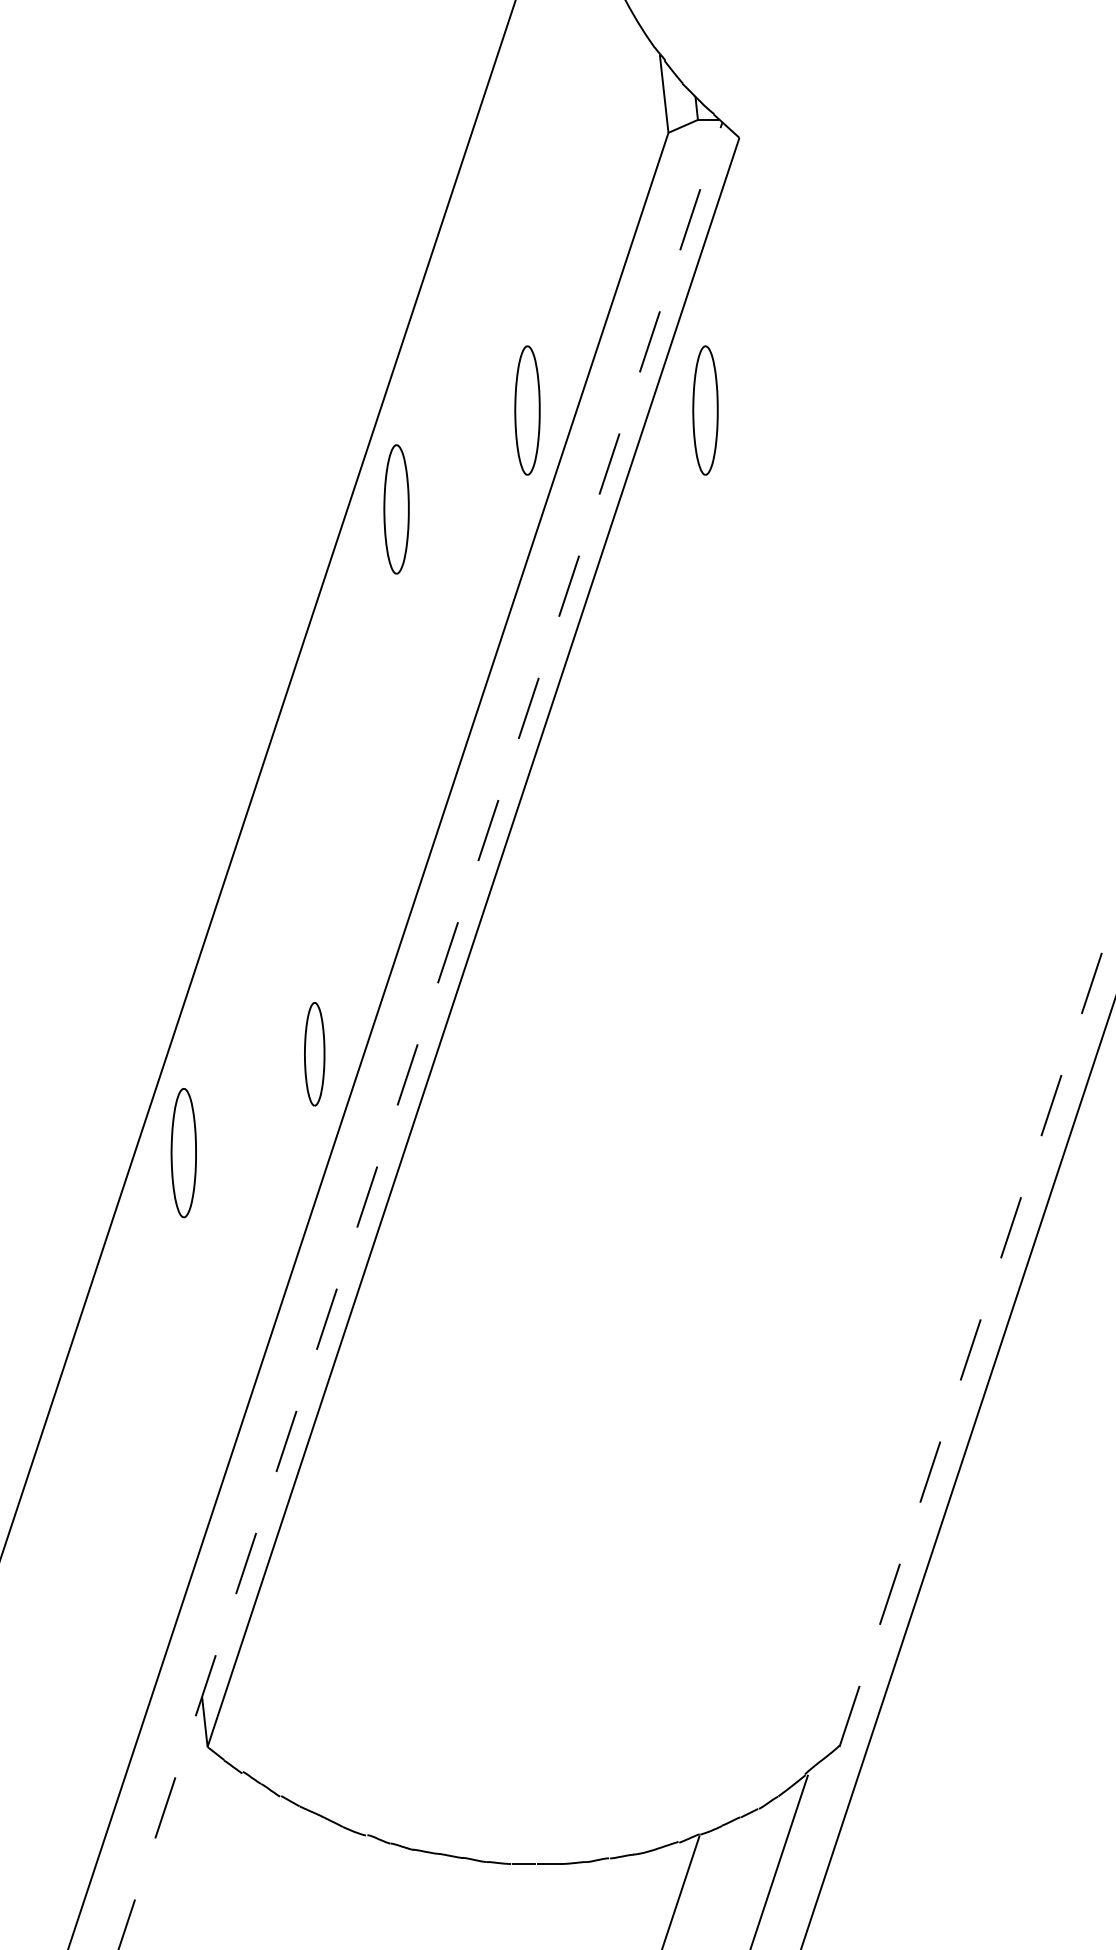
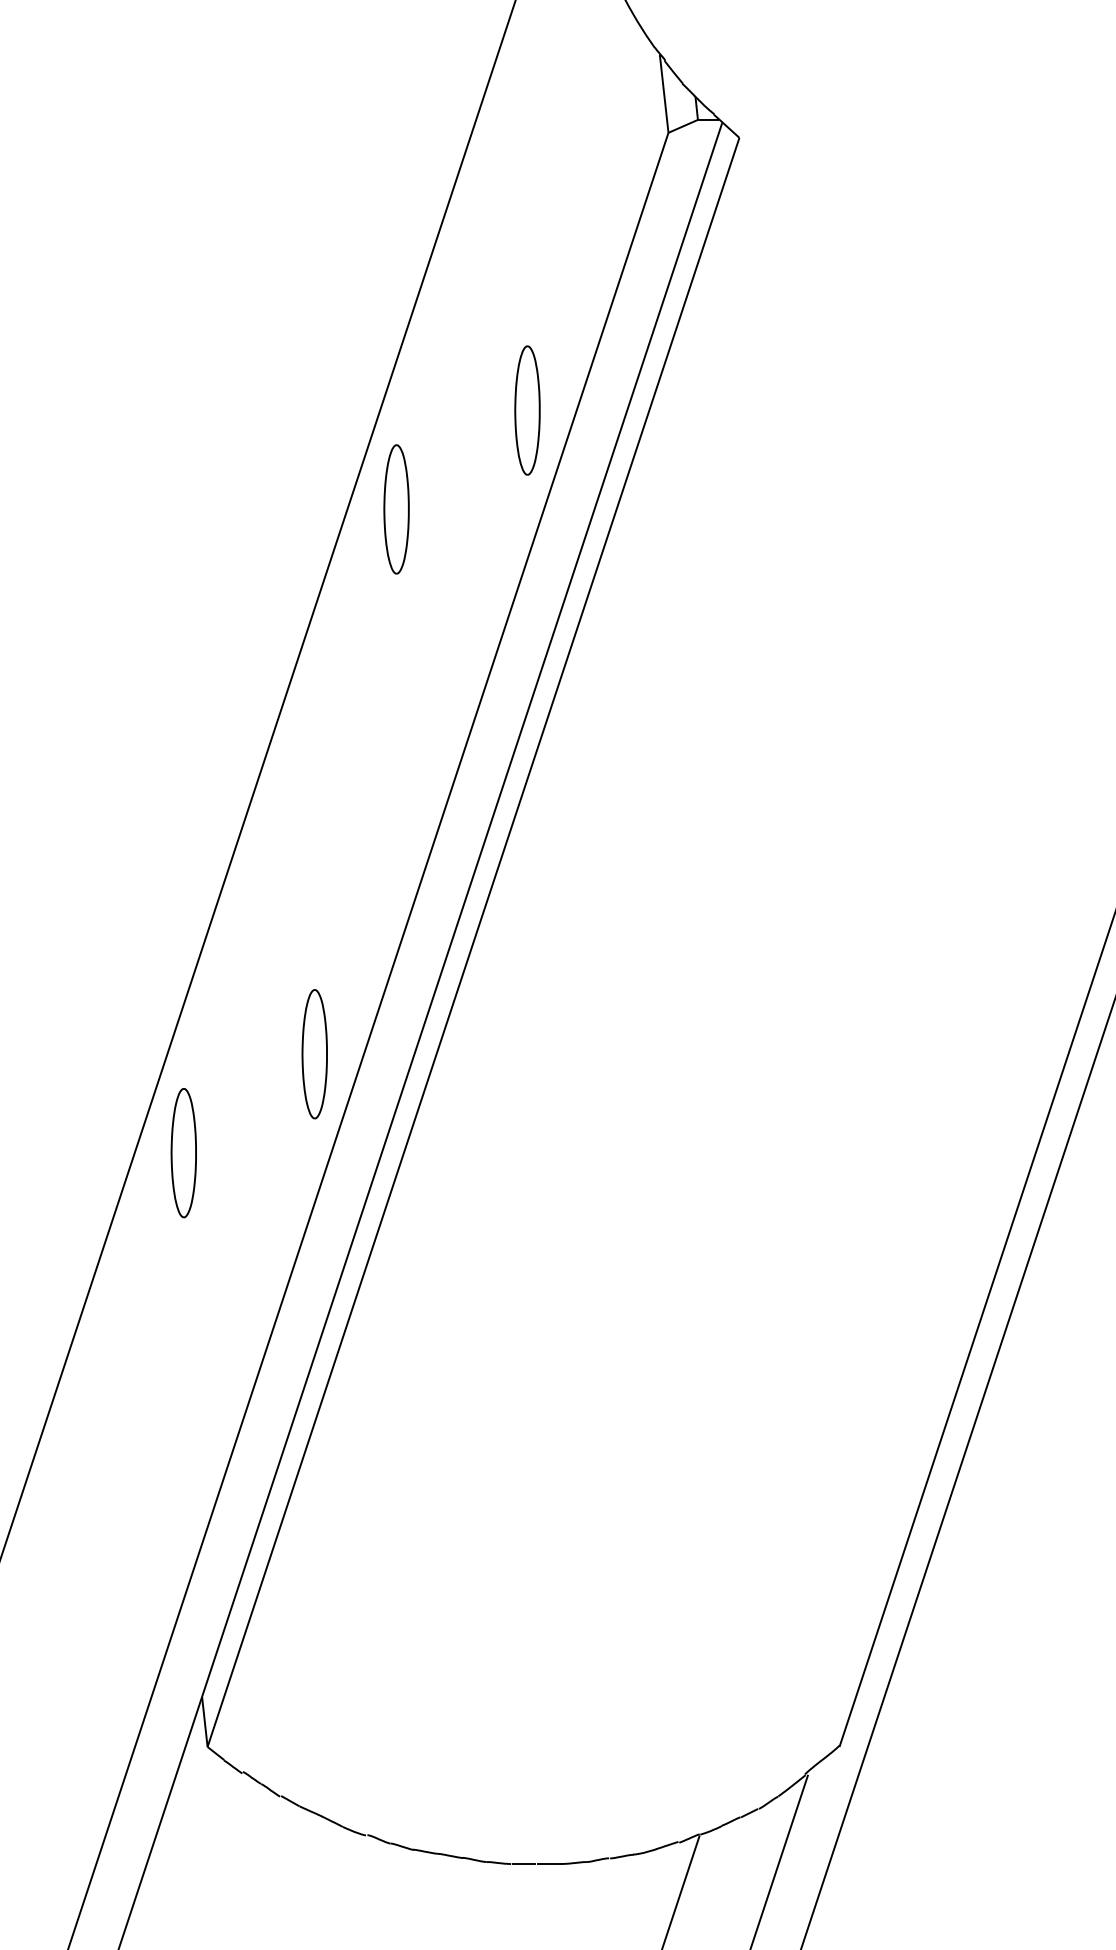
part at (705, 410): present -> none
line at (420, 1035): dashed -> solid
part at (314, 1054) size: 22x105 px -> 27x131 px
line at (977, 1328): dashed -> solid
